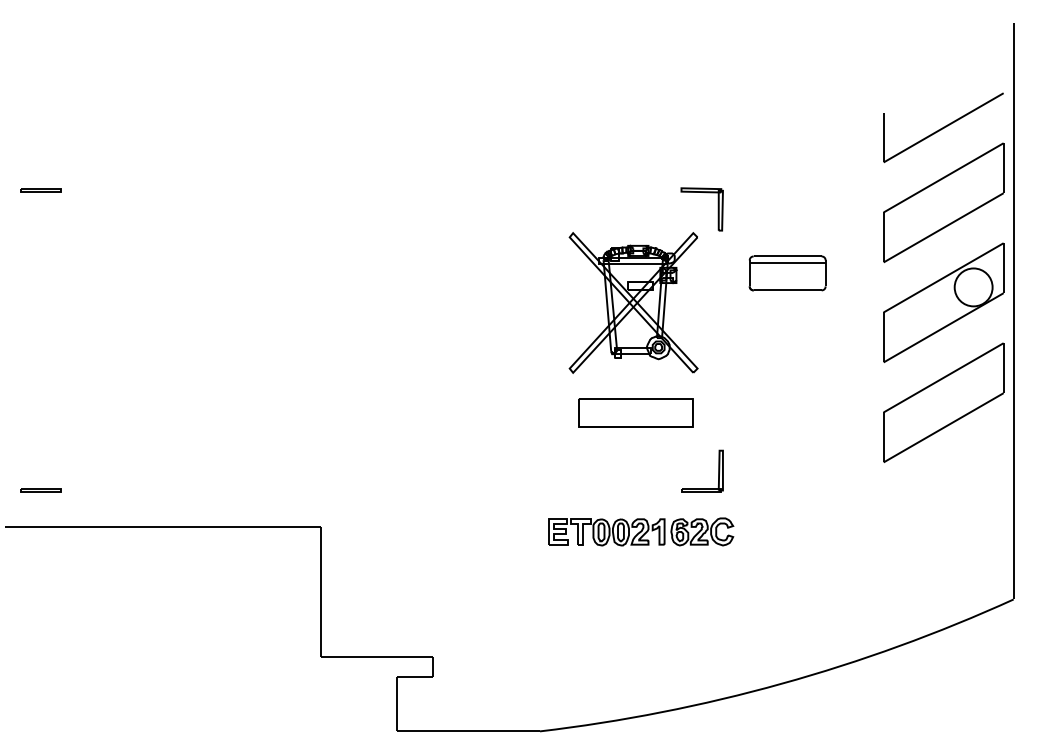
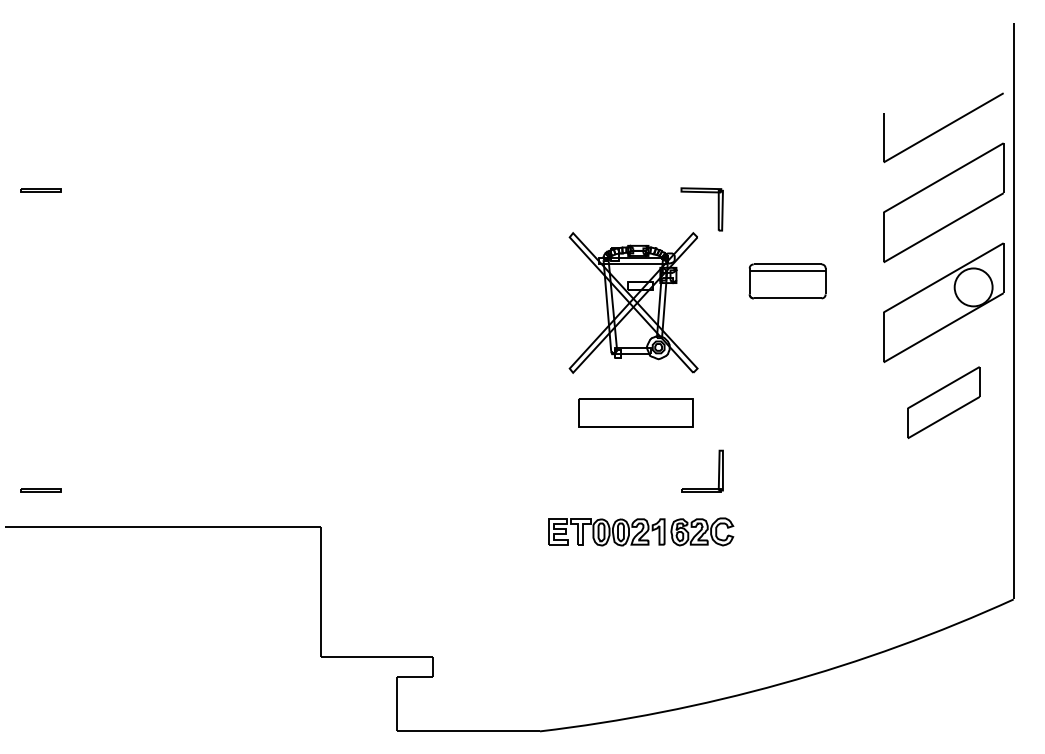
part at (787, 273) position: (787, 273) -> (787, 281)
part at (943, 402) size: 122x121 px -> 74x73 px
